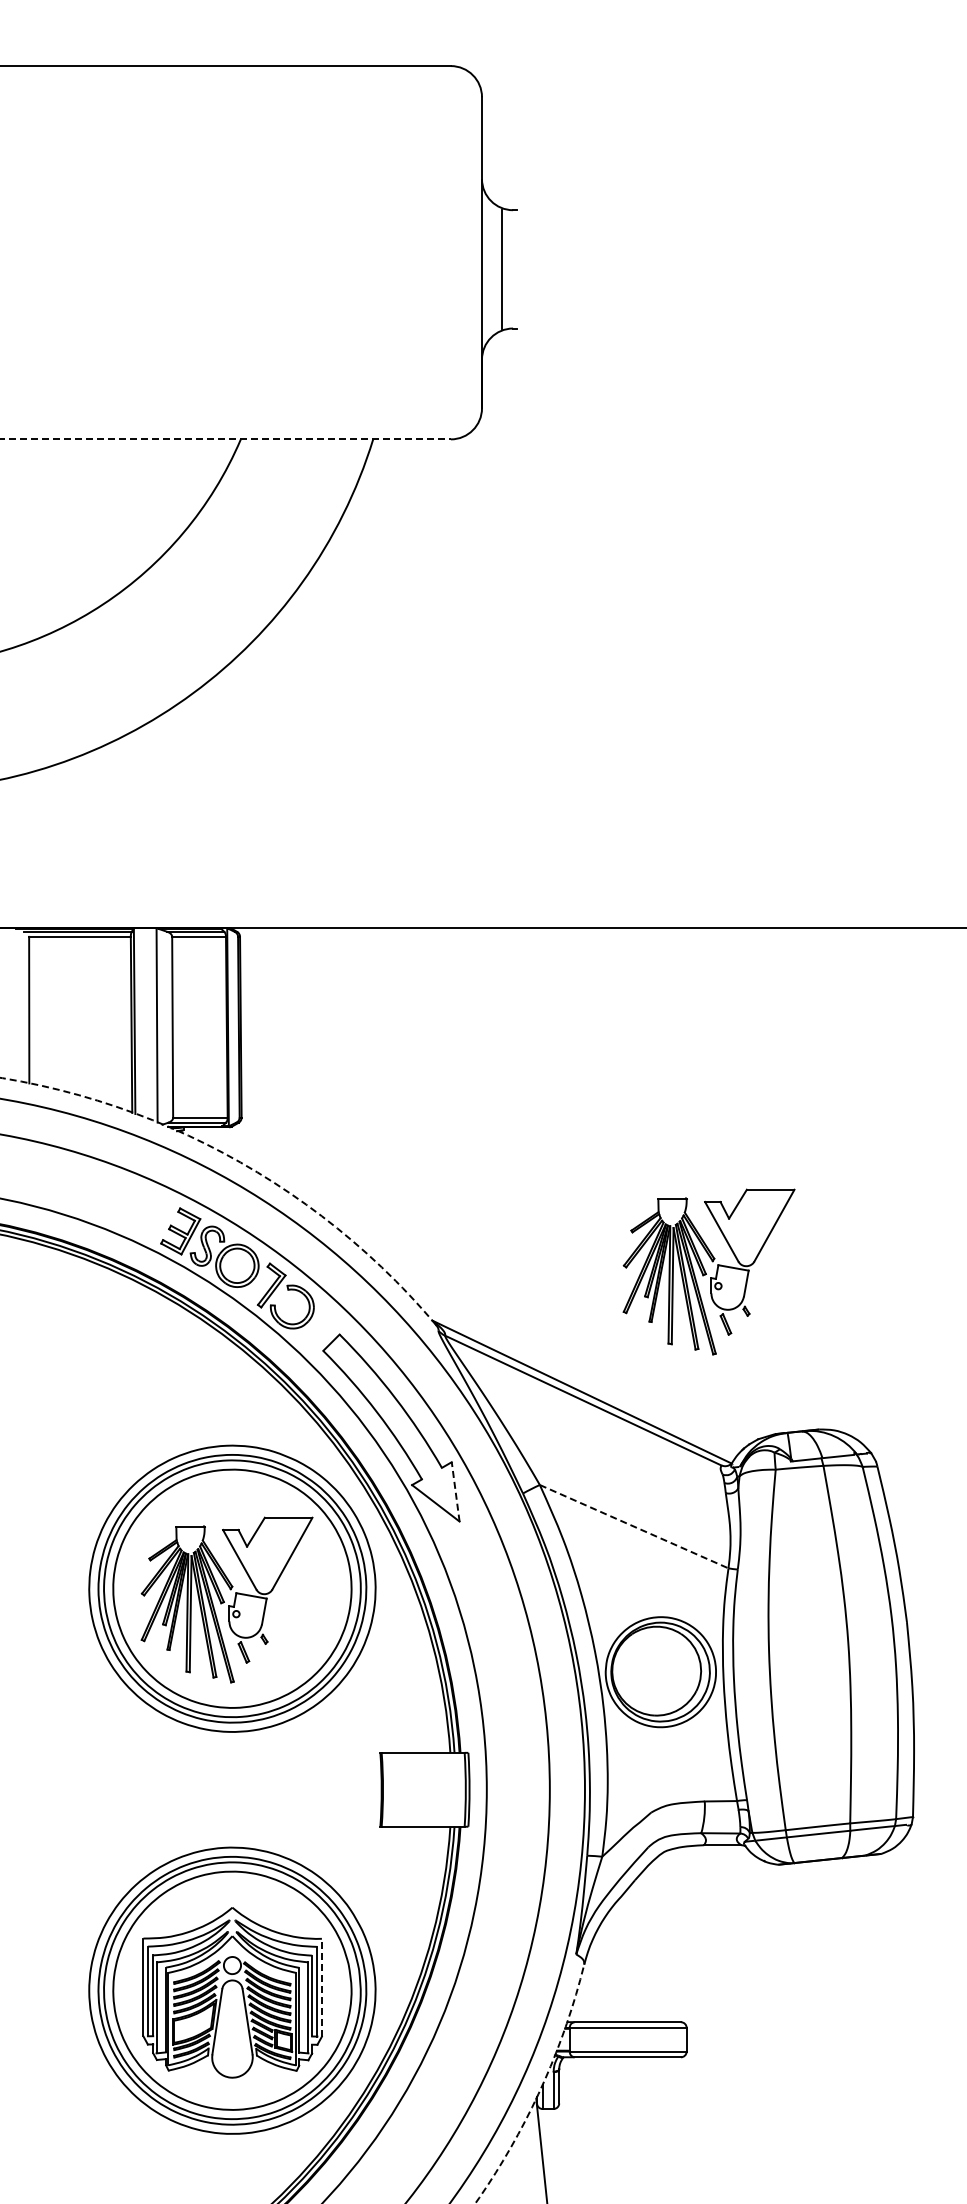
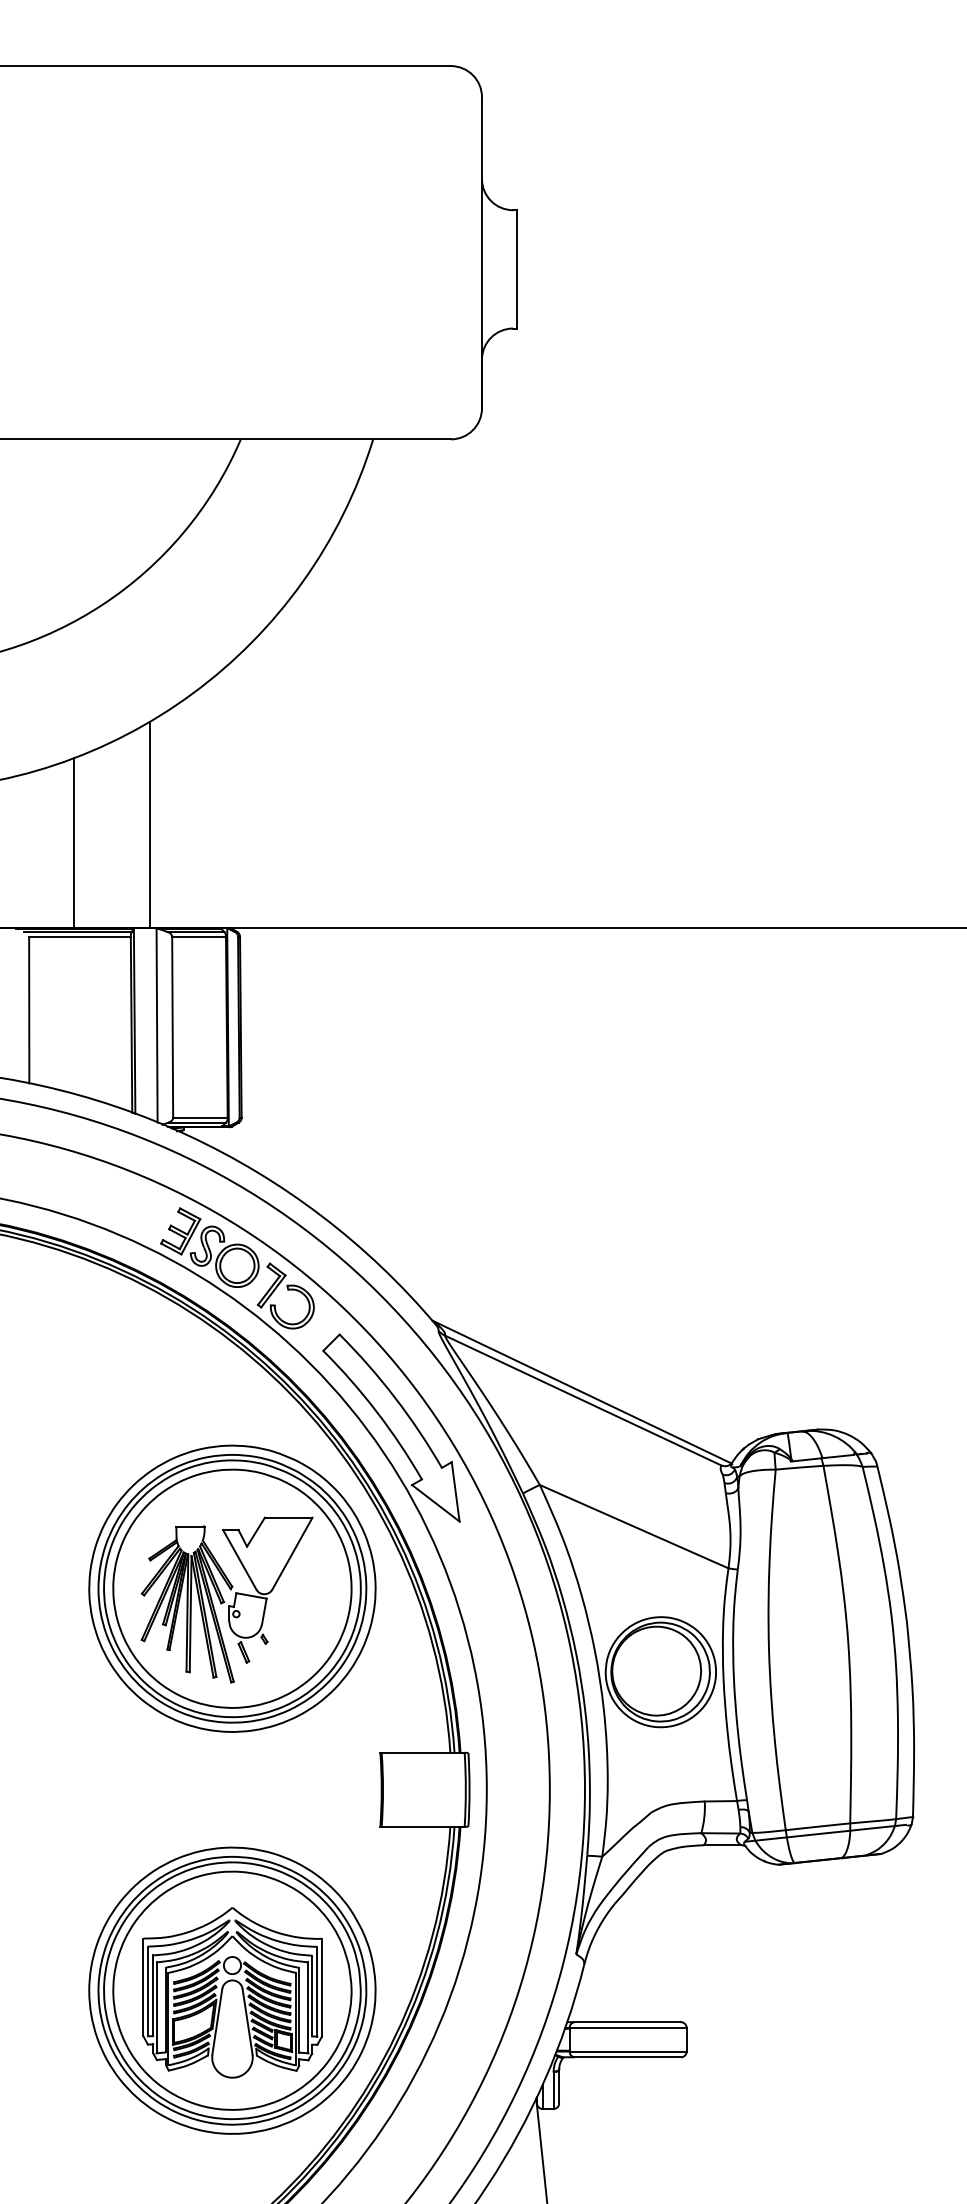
line at (502, 269) position: (502, 269) -> (517, 269)
line at (225, 439): dashed -> solid
line at (149, 824): none -> present
line at (74, 843): none -> present
arc at (239, 1162): dashed -> solid
part at (708, 1271): present -> none
line at (455, 1491): dashed -> solid
line at (634, 1526): dashed -> solid
line at (321, 1987): dashed -> solid
arc at (540, 2089): dashed -> solid
